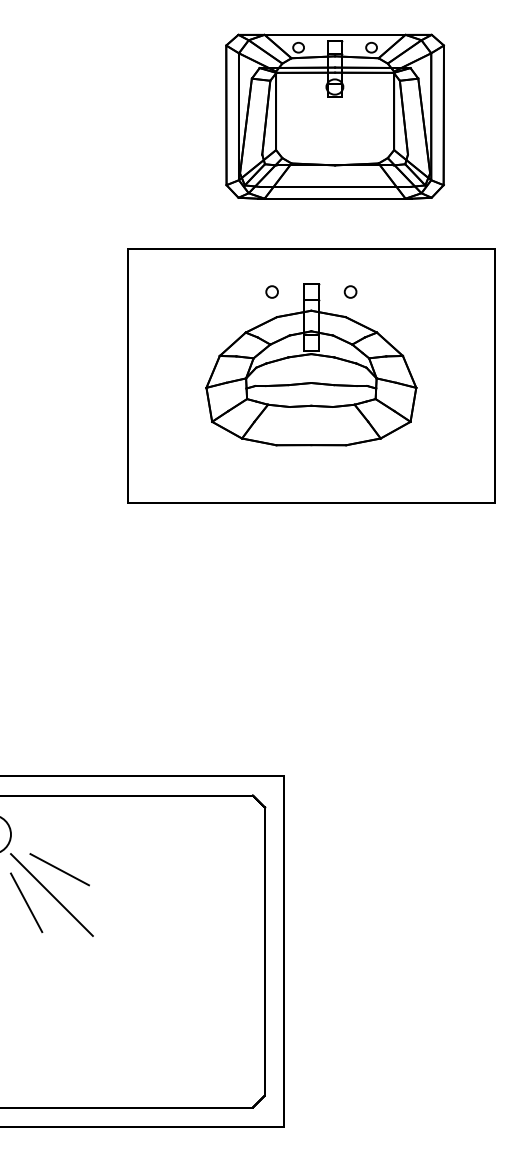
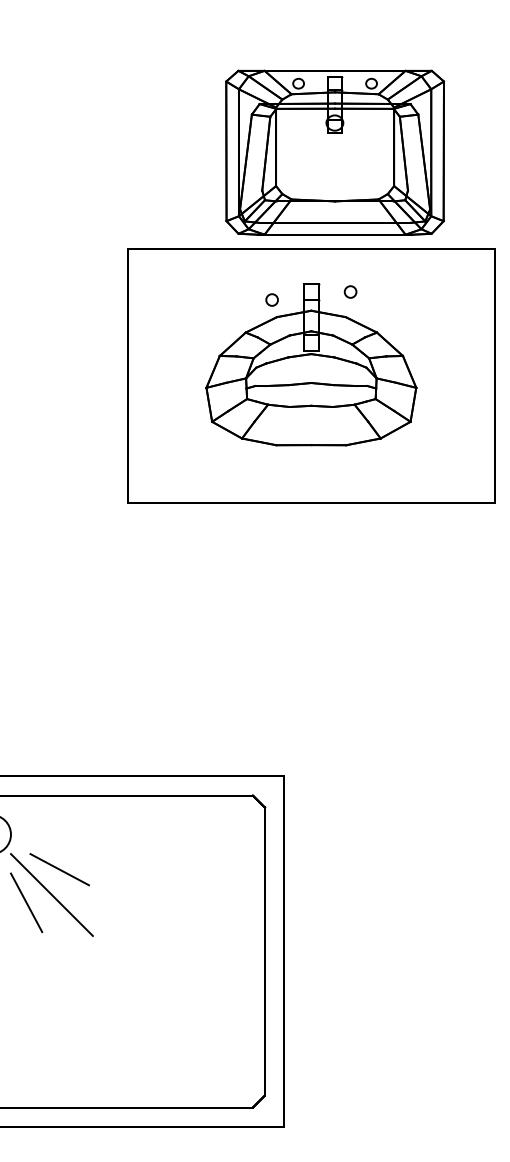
part at (334, 116) position: (334, 116) -> (334, 152)
circle at (271, 291) position: (271, 291) -> (271, 299)
